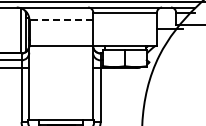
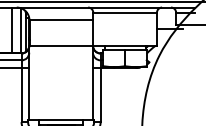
line at (61, 20): dashed -> solid
line at (11, 30): none -> present
